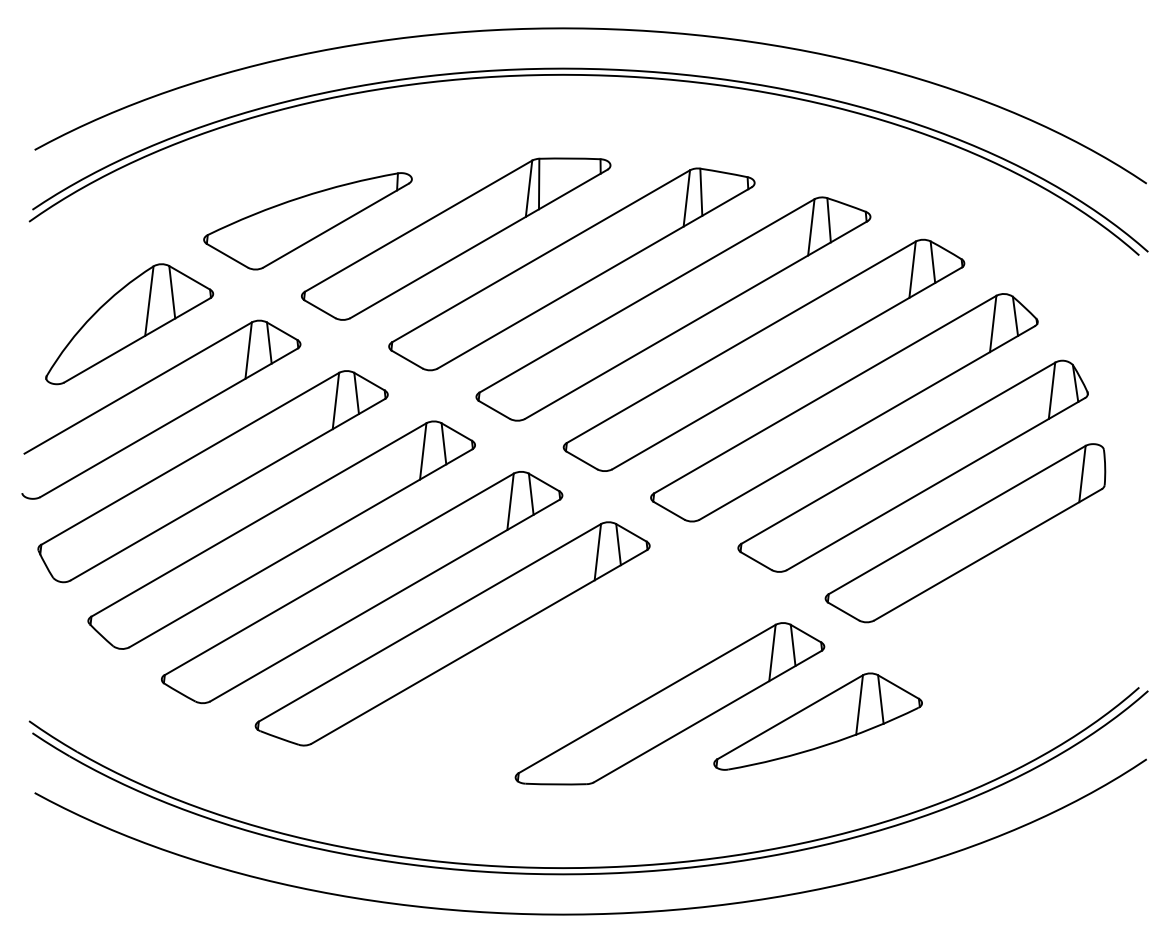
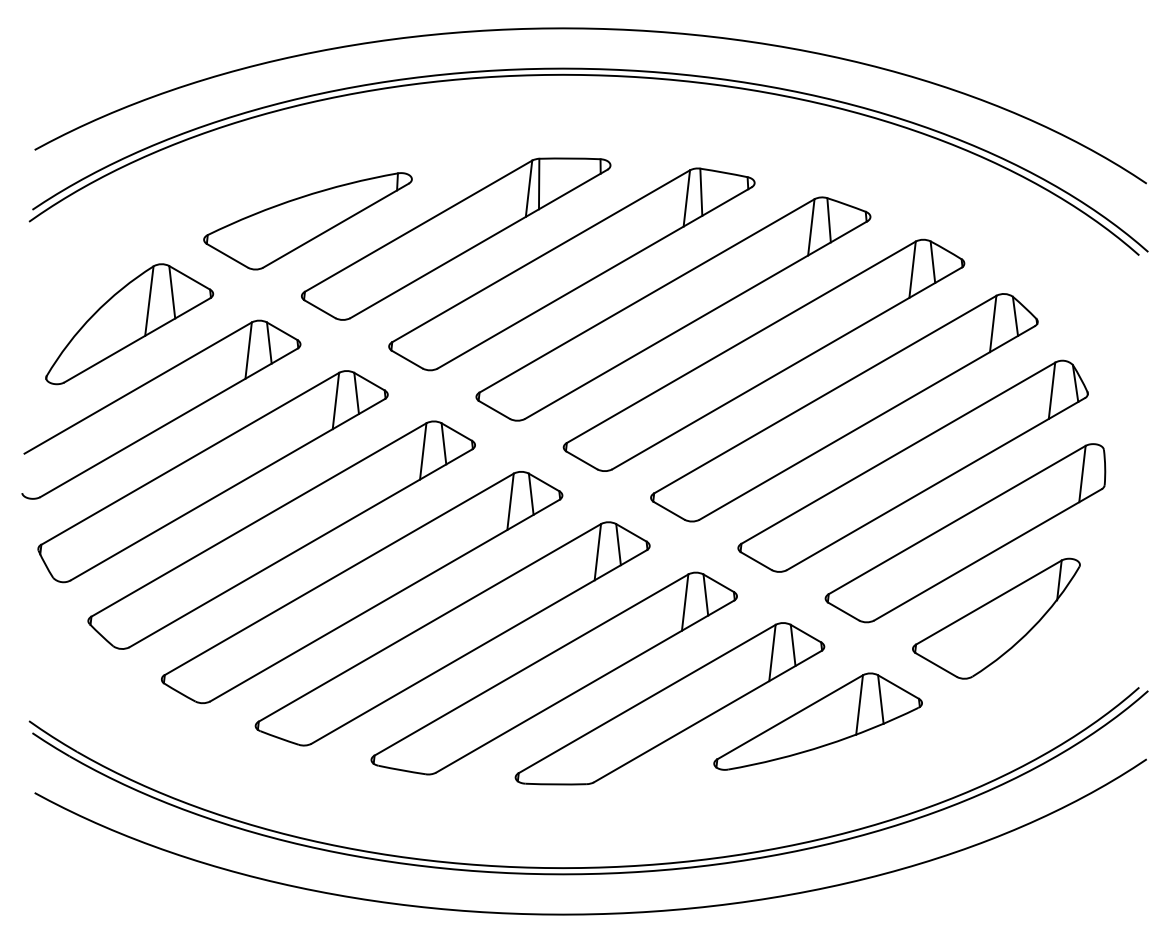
part at (996, 618): none -> present
part at (553, 673): none -> present
